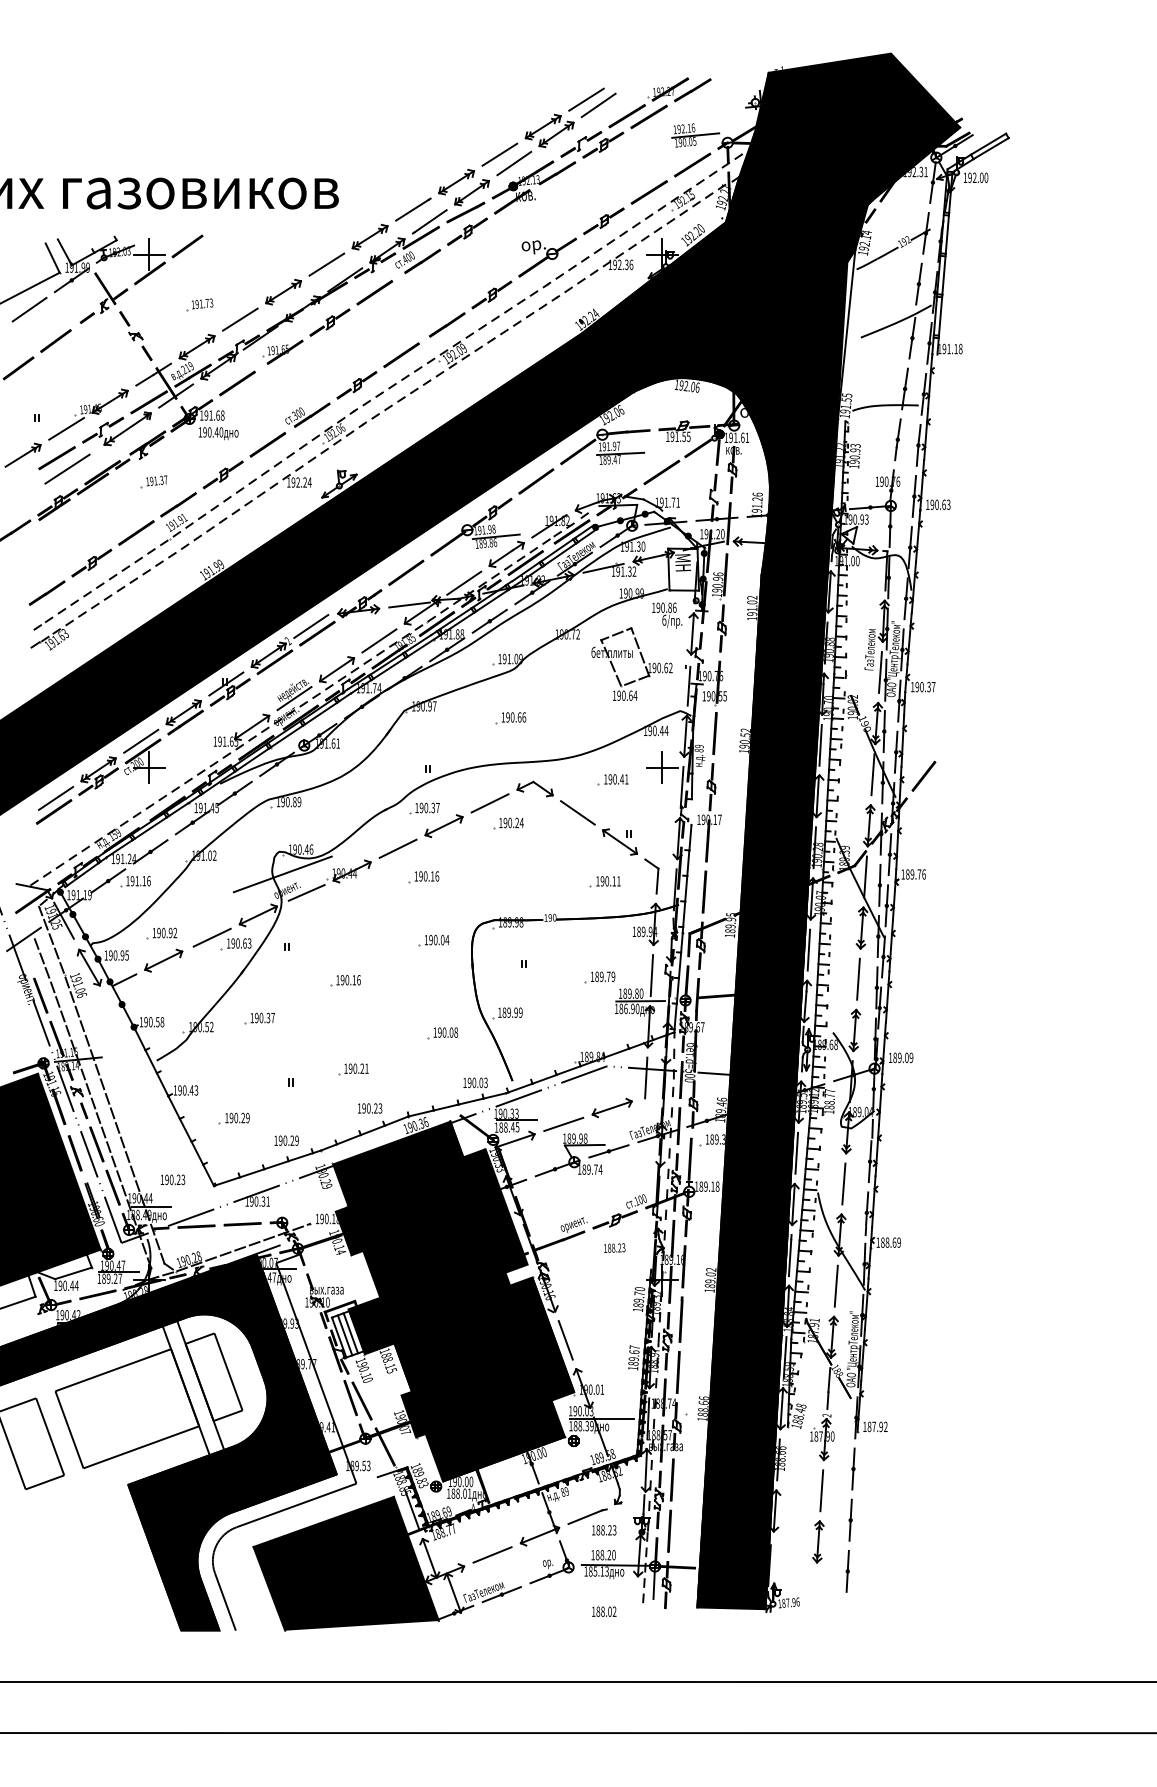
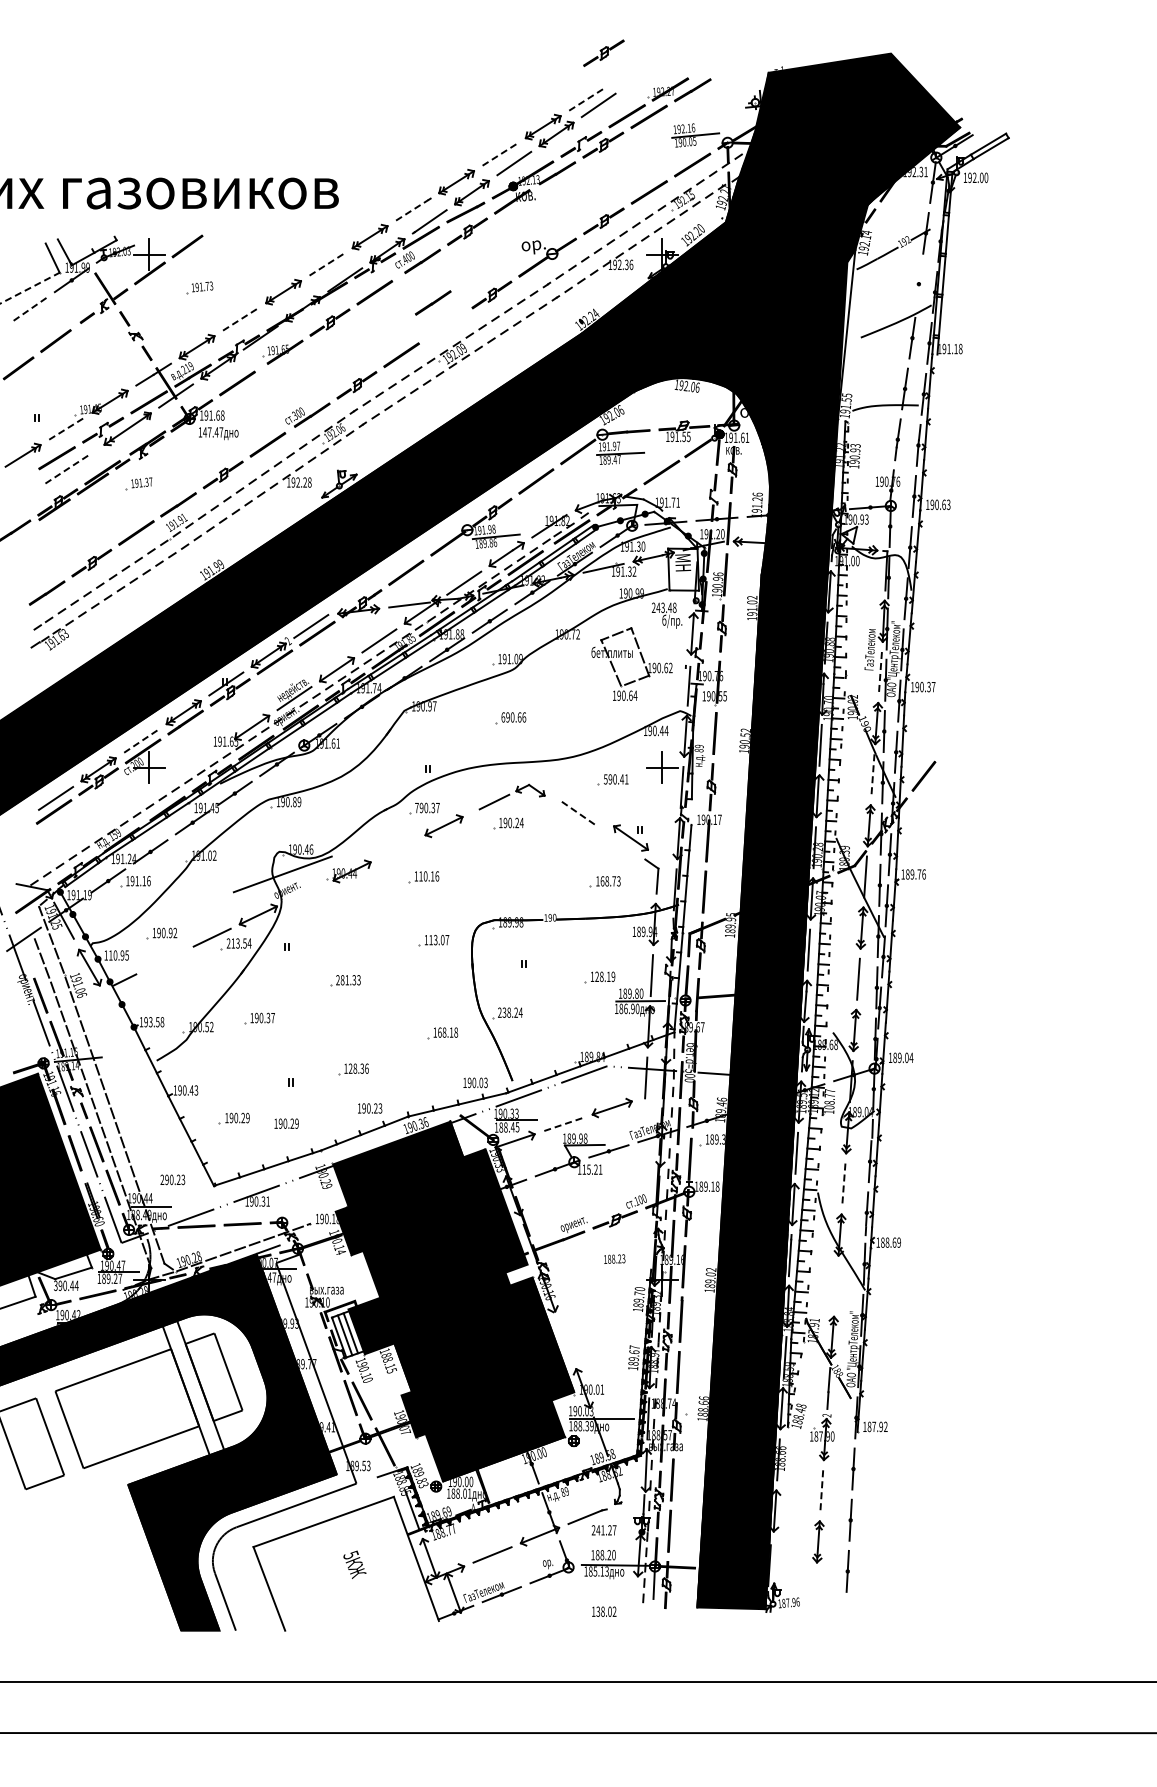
part at (603, 52): none -> present
line at (586, 99): solid -> dashed
line at (500, 154): solid -> dashed
line at (412, 209): solid -> dashed
line at (327, 264): solid -> dashed
line at (918, 283): present -> none
line at (30, 287): solid -> dashed
part at (199, 304) position: (199, 304) -> (199, 287)
line at (29, 309): solid -> dashed
line at (240, 319): solid -> dashed
line at (447, 324) position: (447, 324) -> (433, 302)
line at (66, 428): solid -> dashed
text at (213, 432): 190.40 -> 147.47
line at (67, 468): solid -> dashed
part at (153, 481) position: (153, 481) -> (138, 483)
text at (309, 482): 192.24 -> 192.28
text at (663, 607): 190.86 -> 243.48
line at (880, 672): solid -> dashed
text at (503, 717): 190.66 -> 690.66
line at (141, 741): solid -> dashed
line at (872, 774): solid -> dashed
text at (605, 779): 190.41 -> 590.41
part at (511, 796) size: 84x34 px -> 68x28 px
text at (416, 808): 190.37 -> 790.37
line at (577, 812): solid -> dashed
part at (619, 841) position: (619, 841) -> (630, 837)
line at (397, 848): present -> none
text at (420, 876): 190.16 -> 110.16
text at (610, 881): 190.11 -> 168.73
line at (306, 892): present -> none
text at (439, 940): 190.04 -> 113.07
text at (238, 943): 190.63 -> 213.54
text at (110, 955): 190.95 -> 110.95
part at (163, 960): present -> none
text at (602, 976): 189.79 -> 128.19
text at (348, 980): 190.16 -> 281.33
text at (510, 1012): 189.99 -> 238.24
text at (150, 1021): 190.58 -> 193.58
text at (445, 1032): 190.08 -> 168.18
text at (911, 1057): 189.09 -> 189.04
text at (358, 1068): 190.21 -> 128.36
text at (829, 1107): 188.77 -> 108.77
line at (563, 1124): solid -> dashed
text at (286, 1140) position: (286, 1140) -> (286, 1123)
text at (592, 1169): 189.74 -> 115.21
text at (162, 1179): 190.23 -> 290.23
line at (843, 1183): solid -> dashed
text at (614, 1247) position: (614, 1247) -> (614, 1258)
text at (55, 1285): 190.44 -> 390.44
line at (835, 1285): present -> none
line at (565, 1340): present -> none
line at (821, 1490): solid -> dashed
text at (603, 1530): 188.23 -> 241.27
fill at (345, 1563): present -> none
text at (598, 1611): 188.02 -> 138.02
